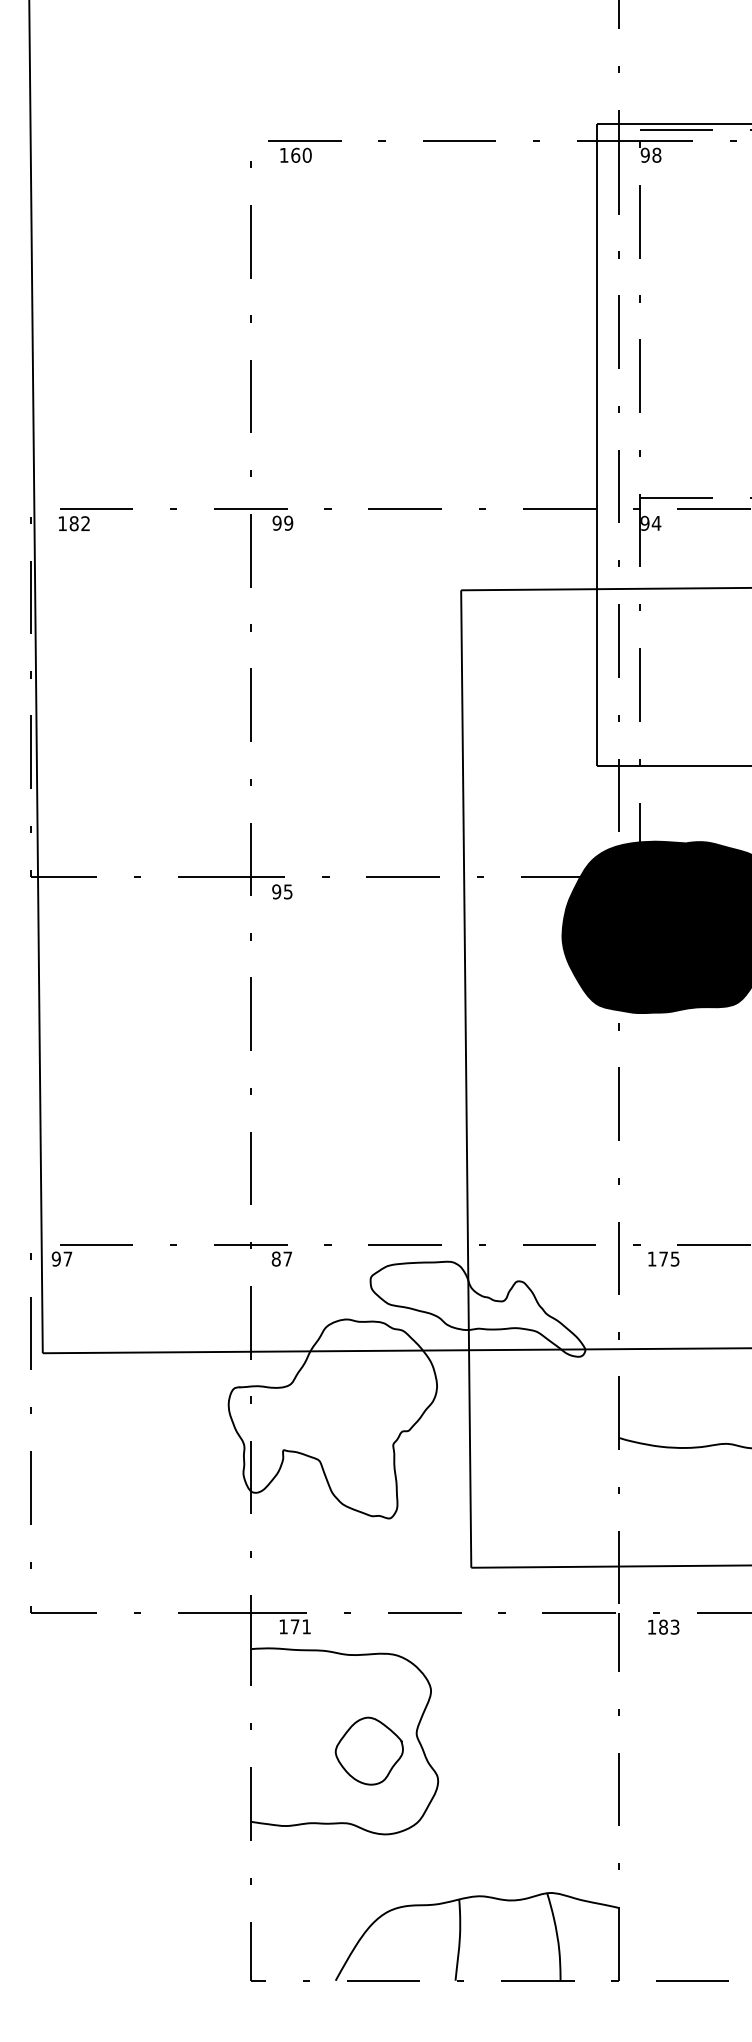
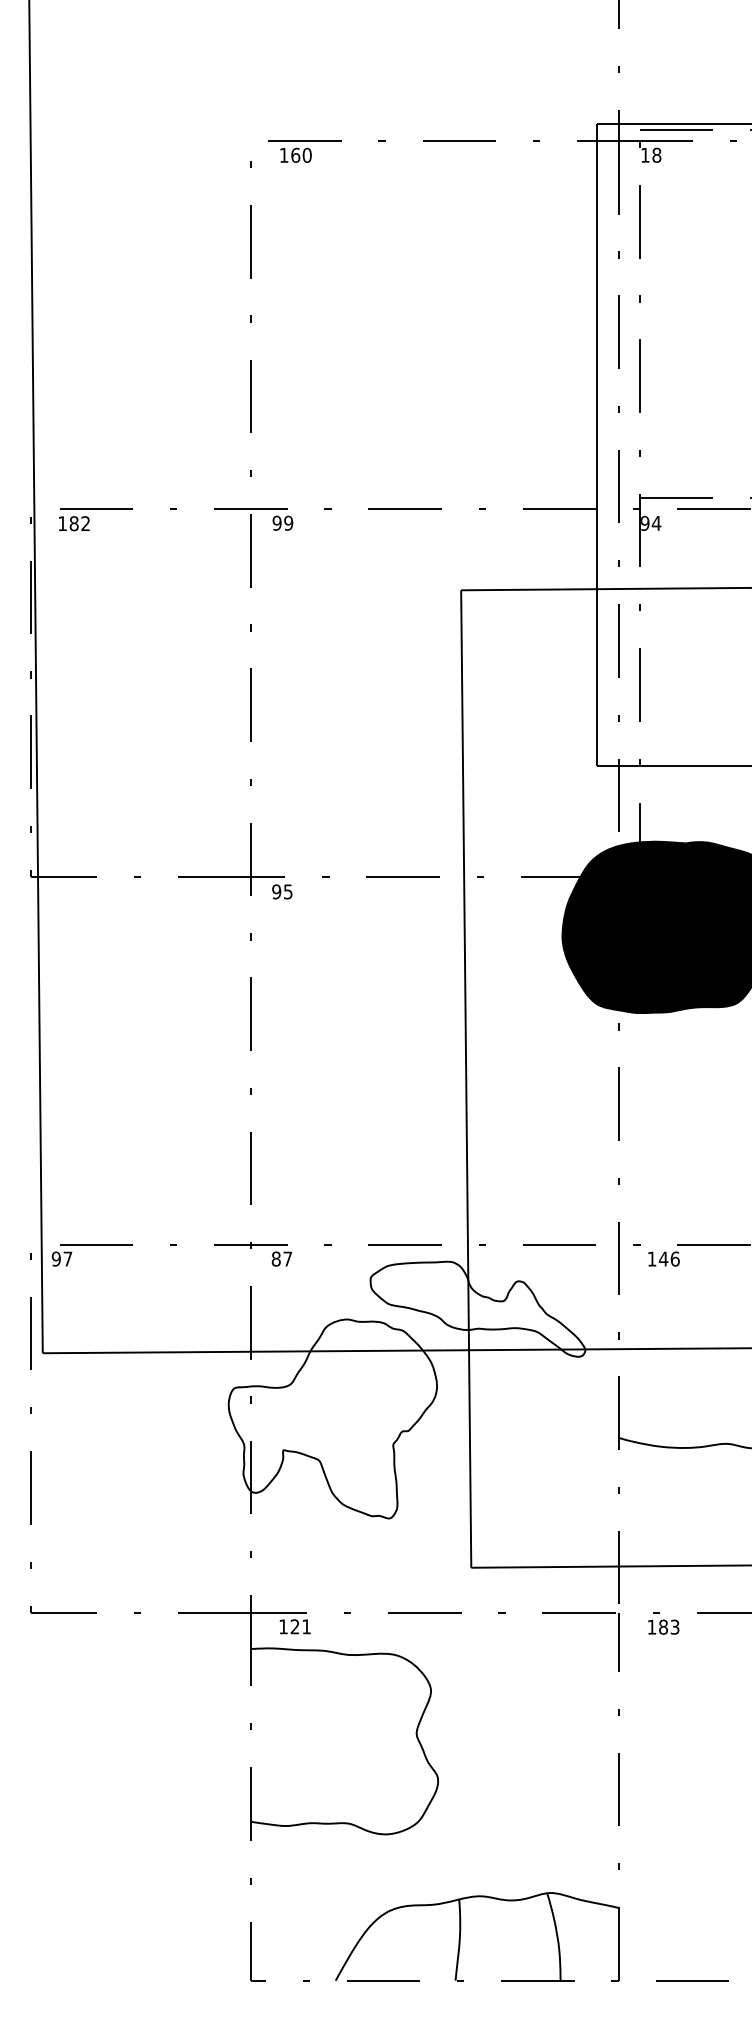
text at (644, 154): 98 -> 18
text at (668, 1258): 175 -> 146
text at (294, 1626): 171 -> 121
curve at (347, 1733): present -> none
